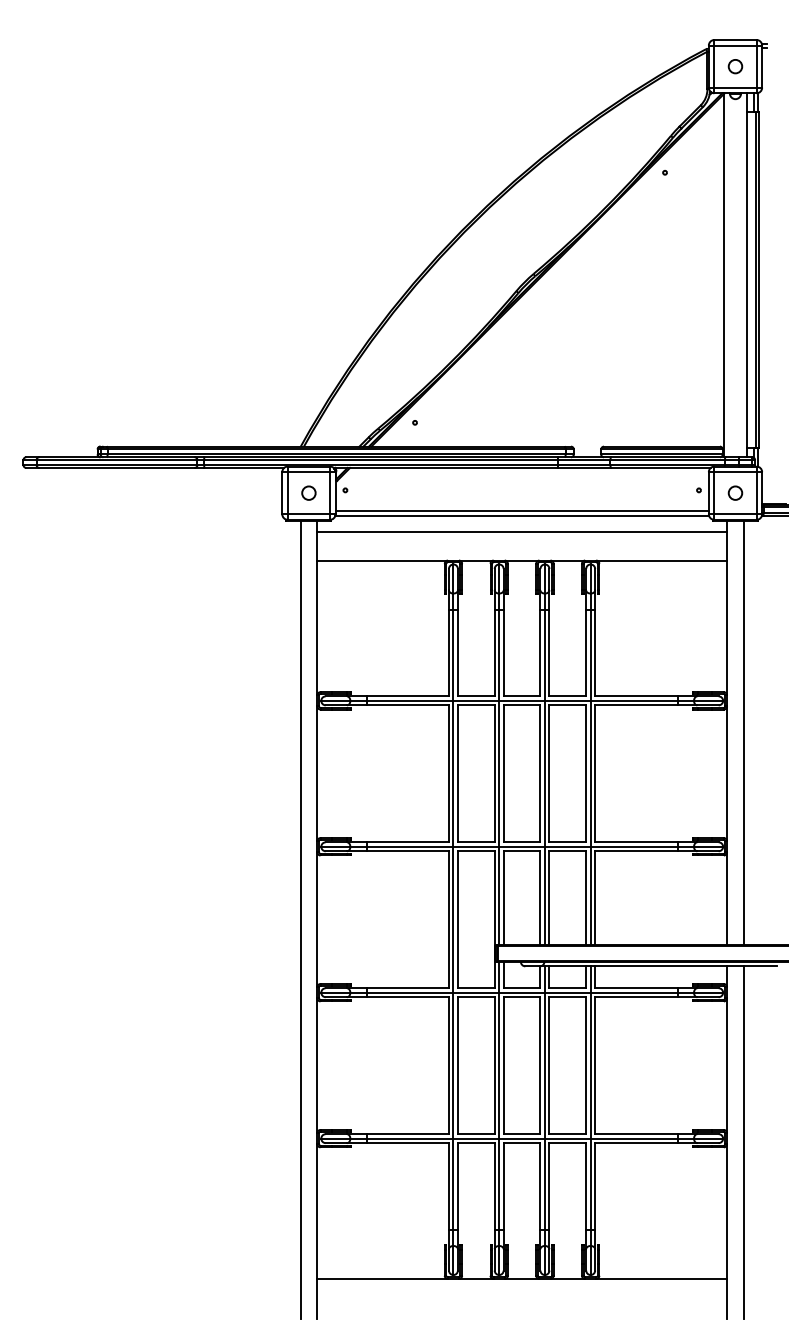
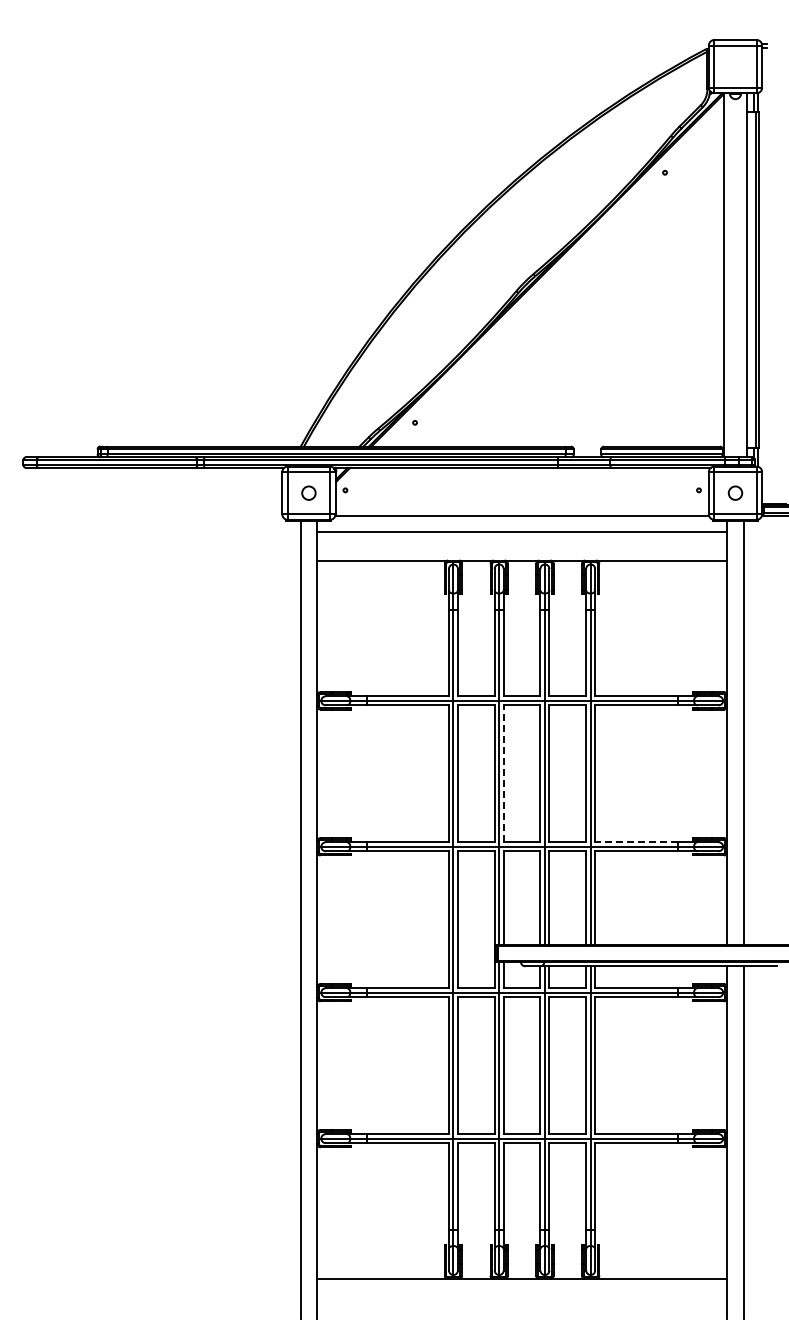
circle at (735, 66): present -> none
line at (521, 511): present -> none
line at (503, 773): solid -> dashed
line at (635, 842): solid -> dashed
